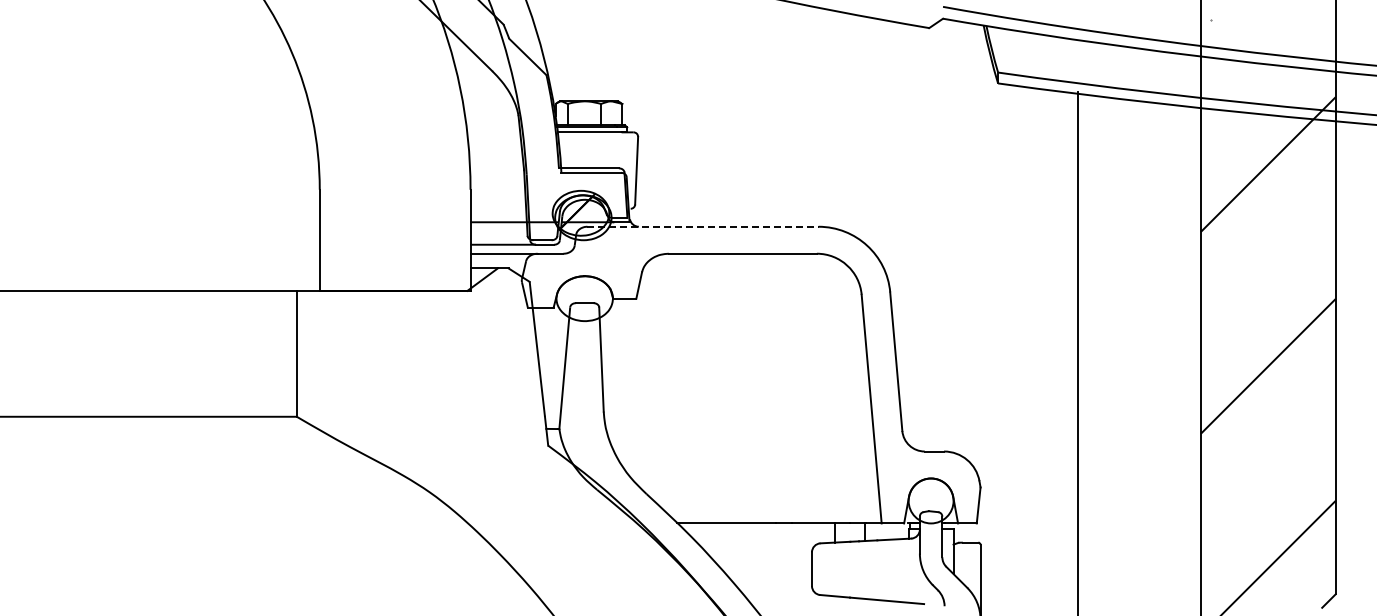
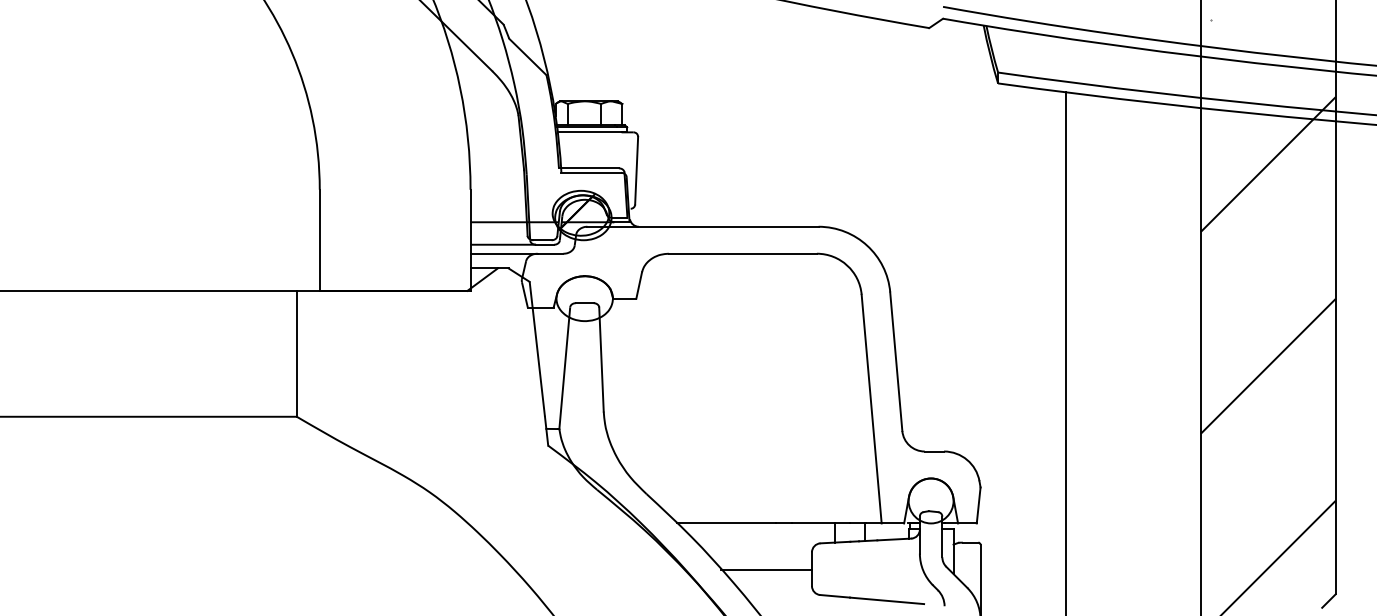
line at (703, 226): dashed -> solid
line at (1077, 352) position: (1077, 352) -> (1065, 352)
line at (766, 569): none -> present
